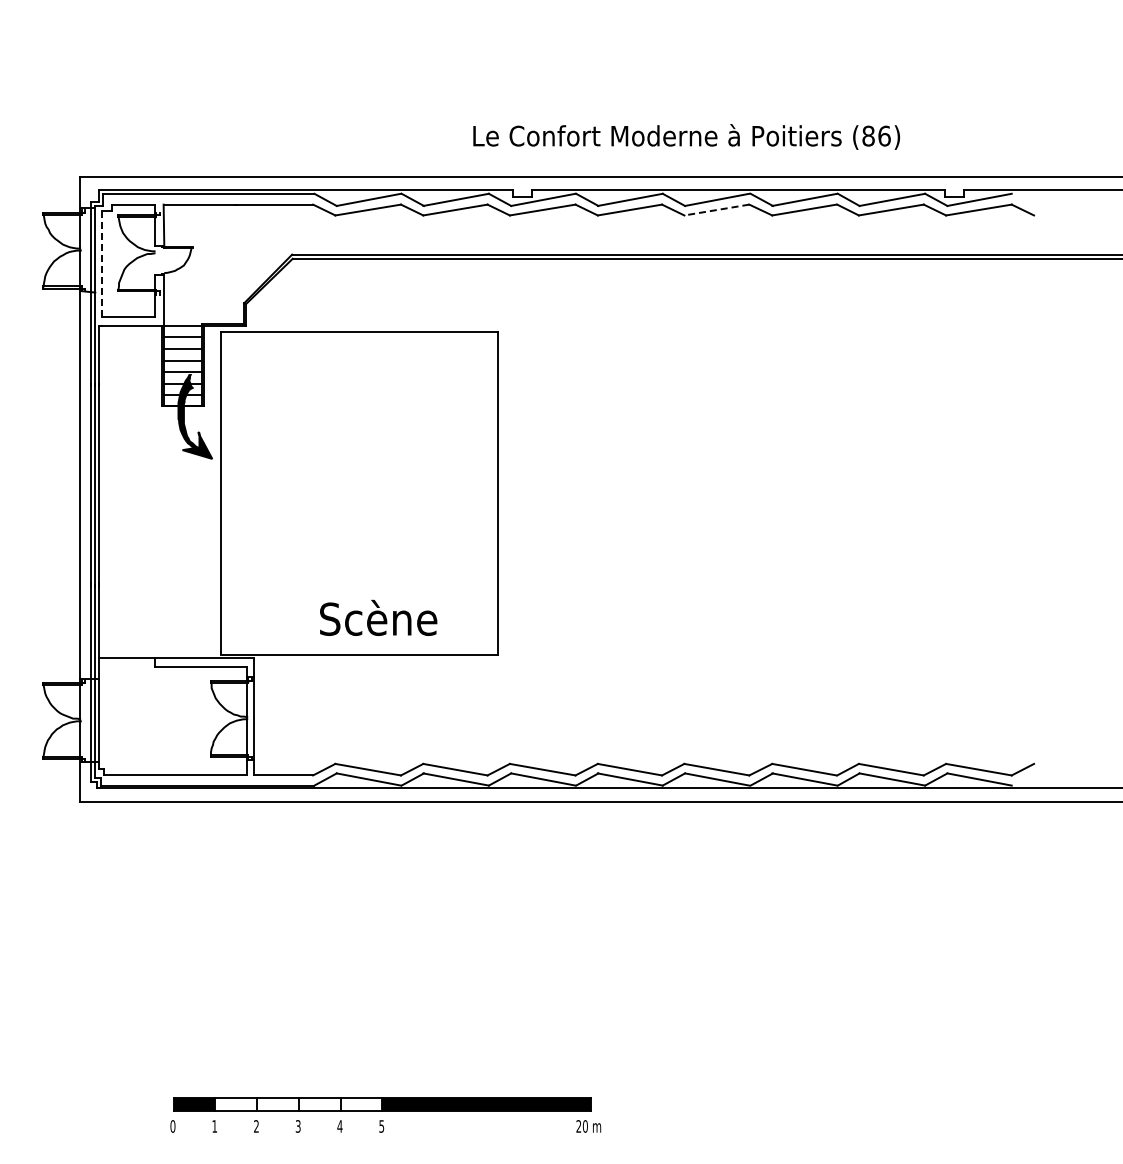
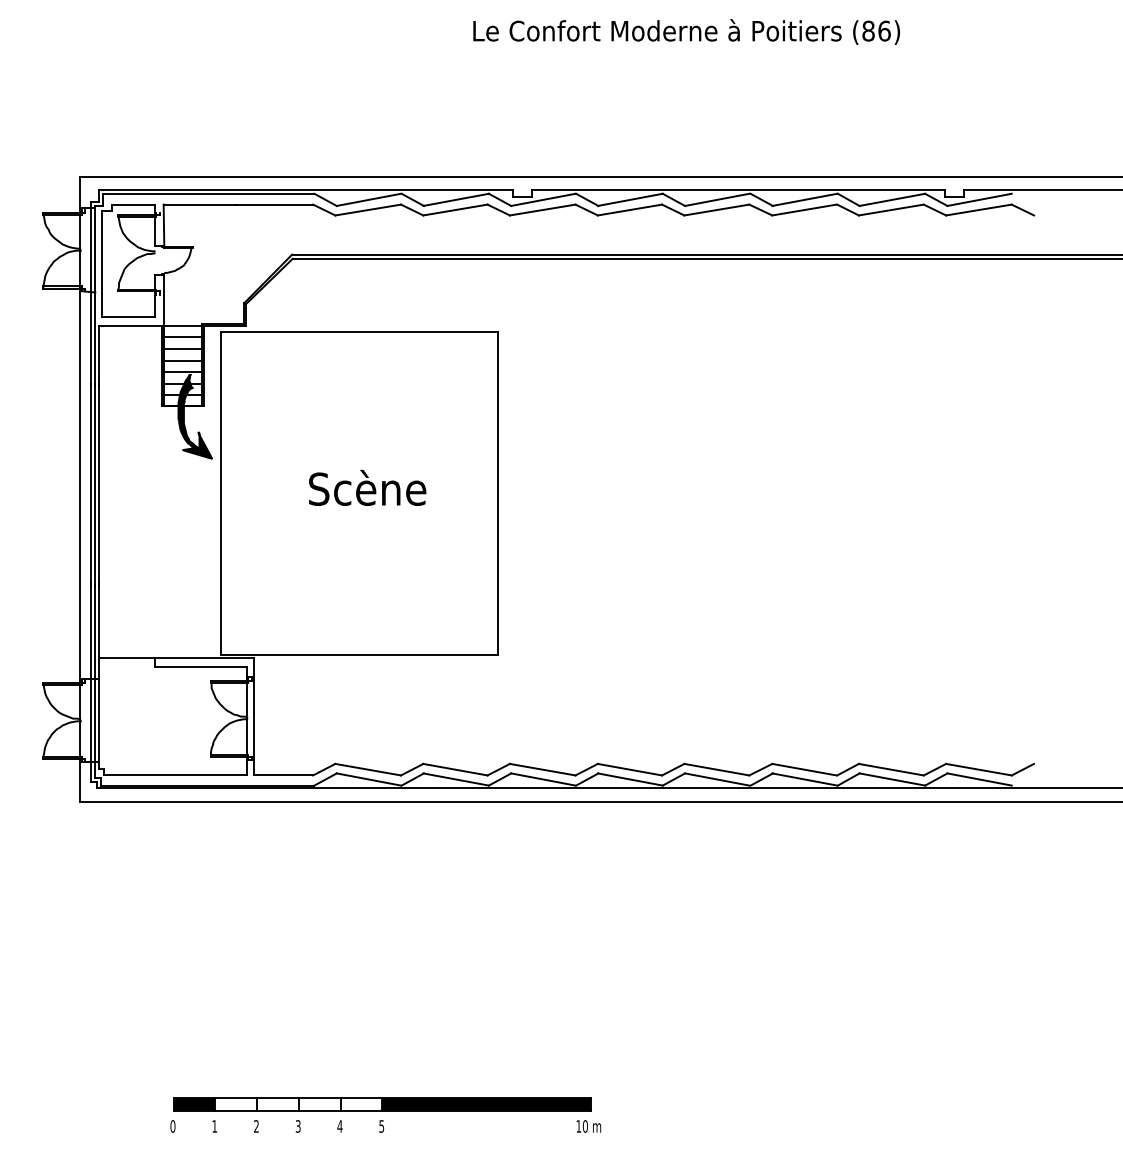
text at (686, 136) position: (686, 136) -> (686, 31)
line at (716, 210): dashed -> solid
line at (102, 263): dashed -> solid
text at (378, 617) position: (378, 617) -> (367, 487)
text at (578, 1126): 20 -> 10
